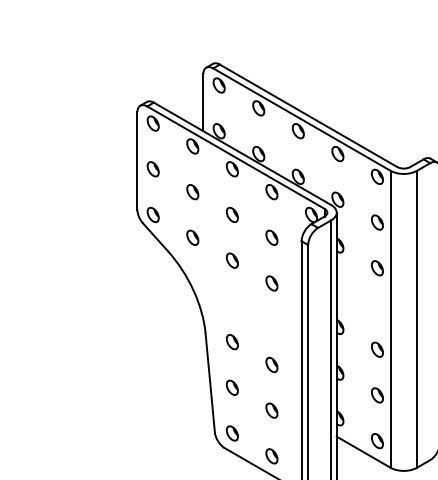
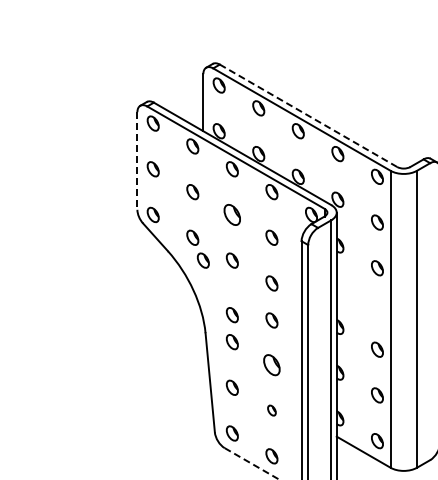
line at (308, 115): solid -> dashed
line at (137, 161): solid -> dashed
part at (232, 214) size: 13x18 px -> 18x22 px
part at (203, 260): none -> present
part at (232, 315): none -> present
part at (271, 320): none -> present
part at (271, 364) size: 14x17 px -> 18x23 px
part at (271, 410) size: 14x17 px -> 10x13 px
line at (252, 464): solid -> dashed
